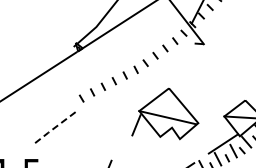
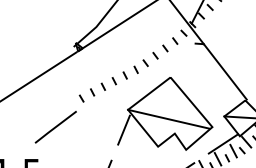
line at (224, 71): none -> present
part at (165, 113) size: 69x54 px -> 97x74 px
line at (55, 127): dashed -> solid
